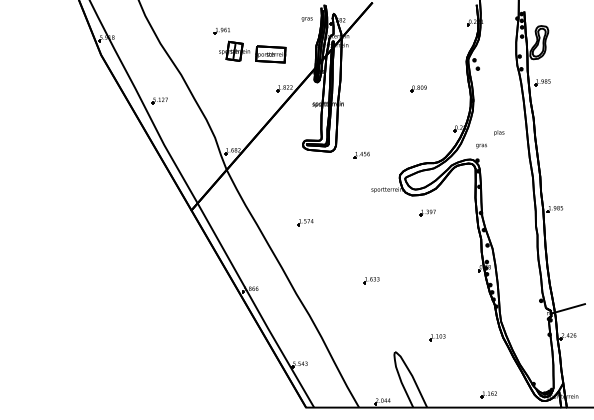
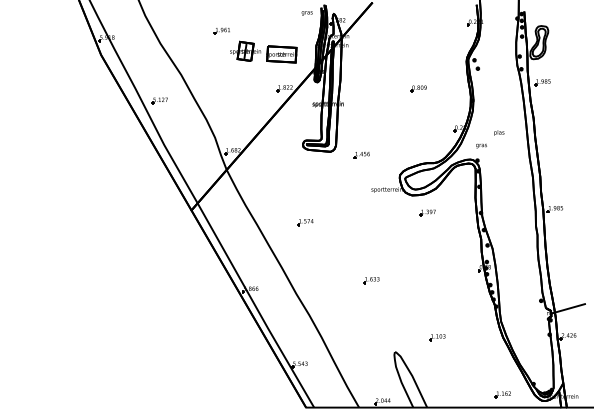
text at (306, 19) position: (306, 19) -> (306, 13)
part at (252, 51) position: (252, 51) -> (263, 51)
part at (488, 394) position: (488, 394) -> (502, 394)
